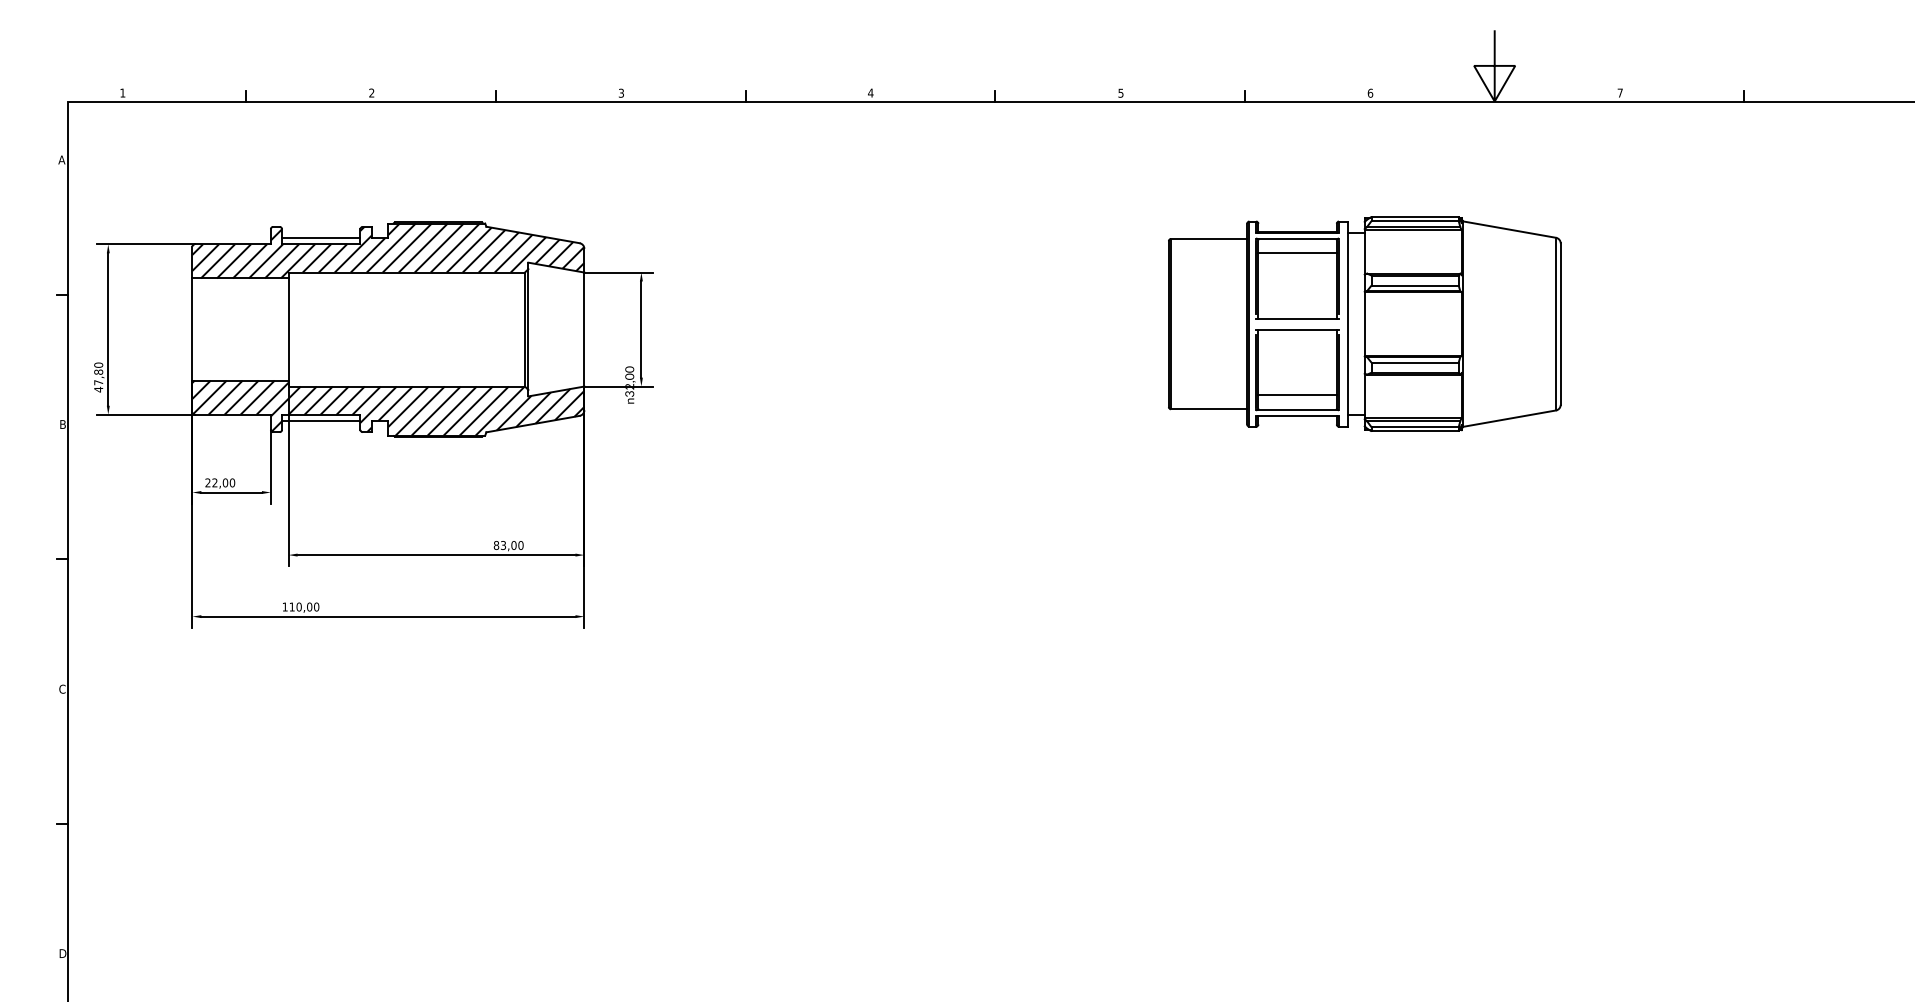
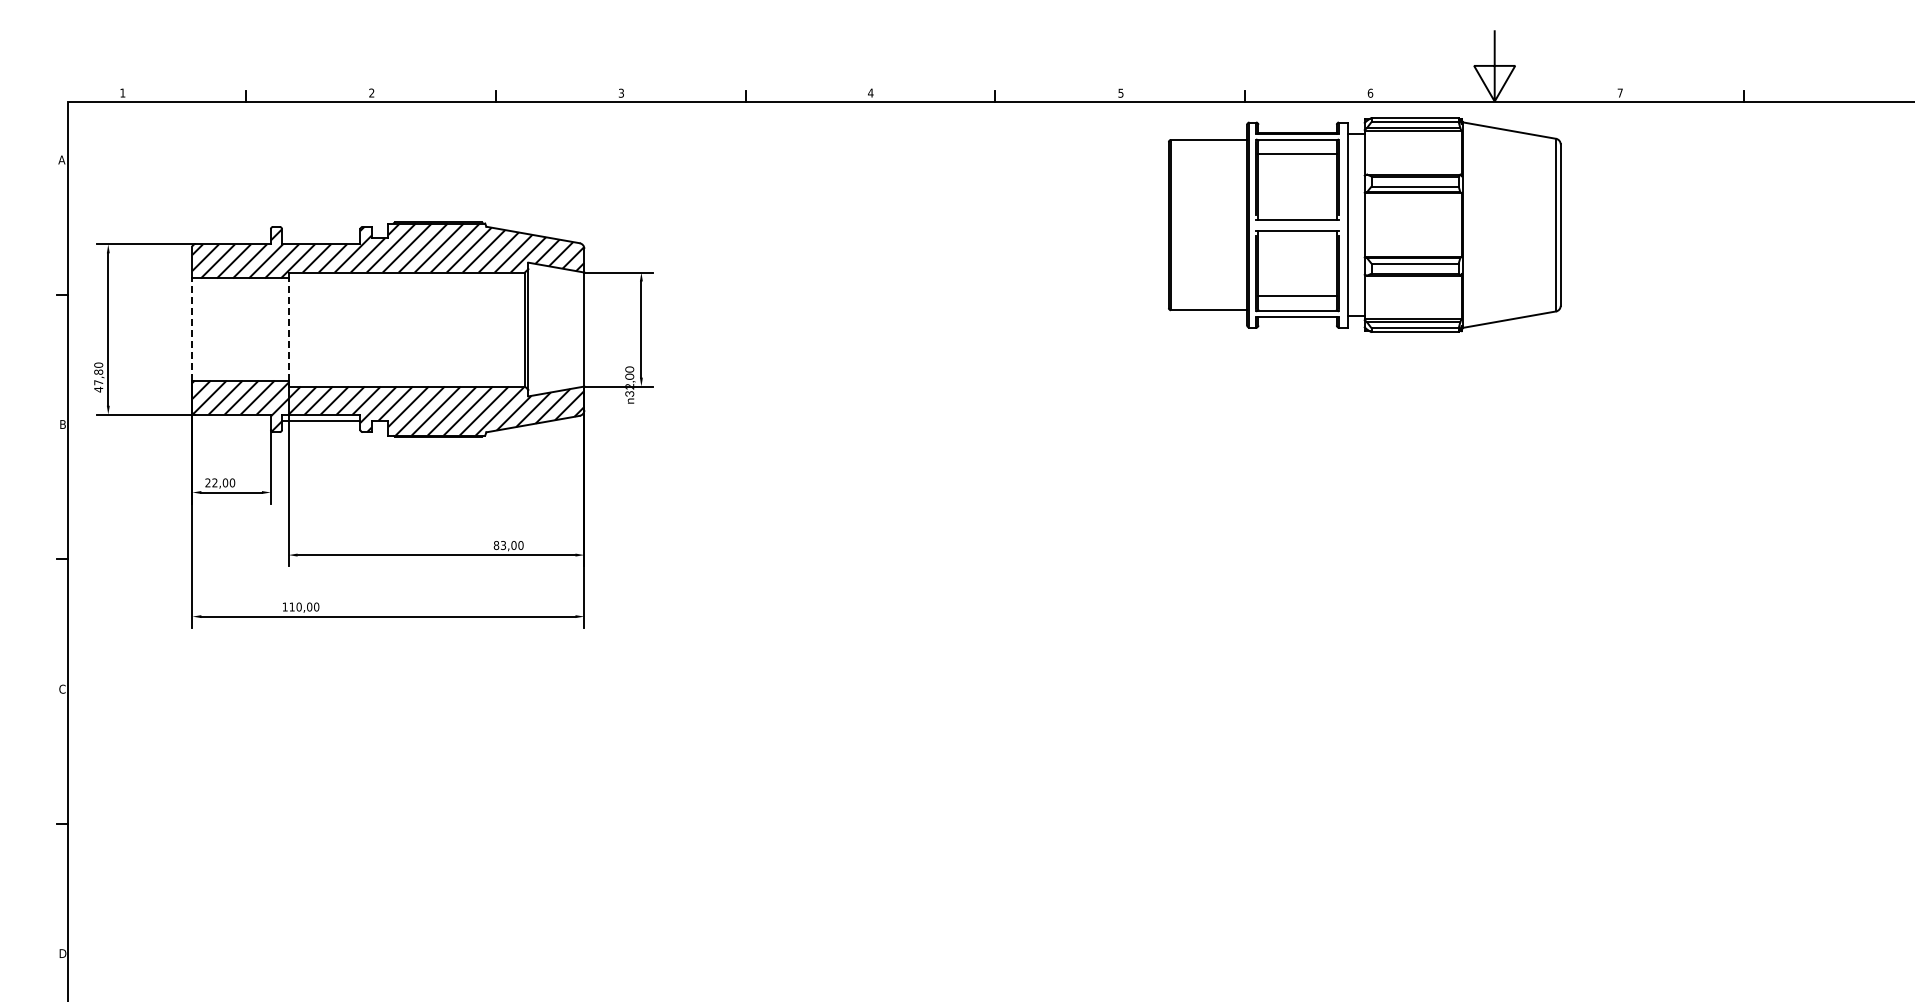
line at (321, 237): present -> none
part at (1364, 323) position: (1364, 323) -> (1364, 224)
line at (192, 329): solid -> dashed
line at (288, 329): solid -> dashed
